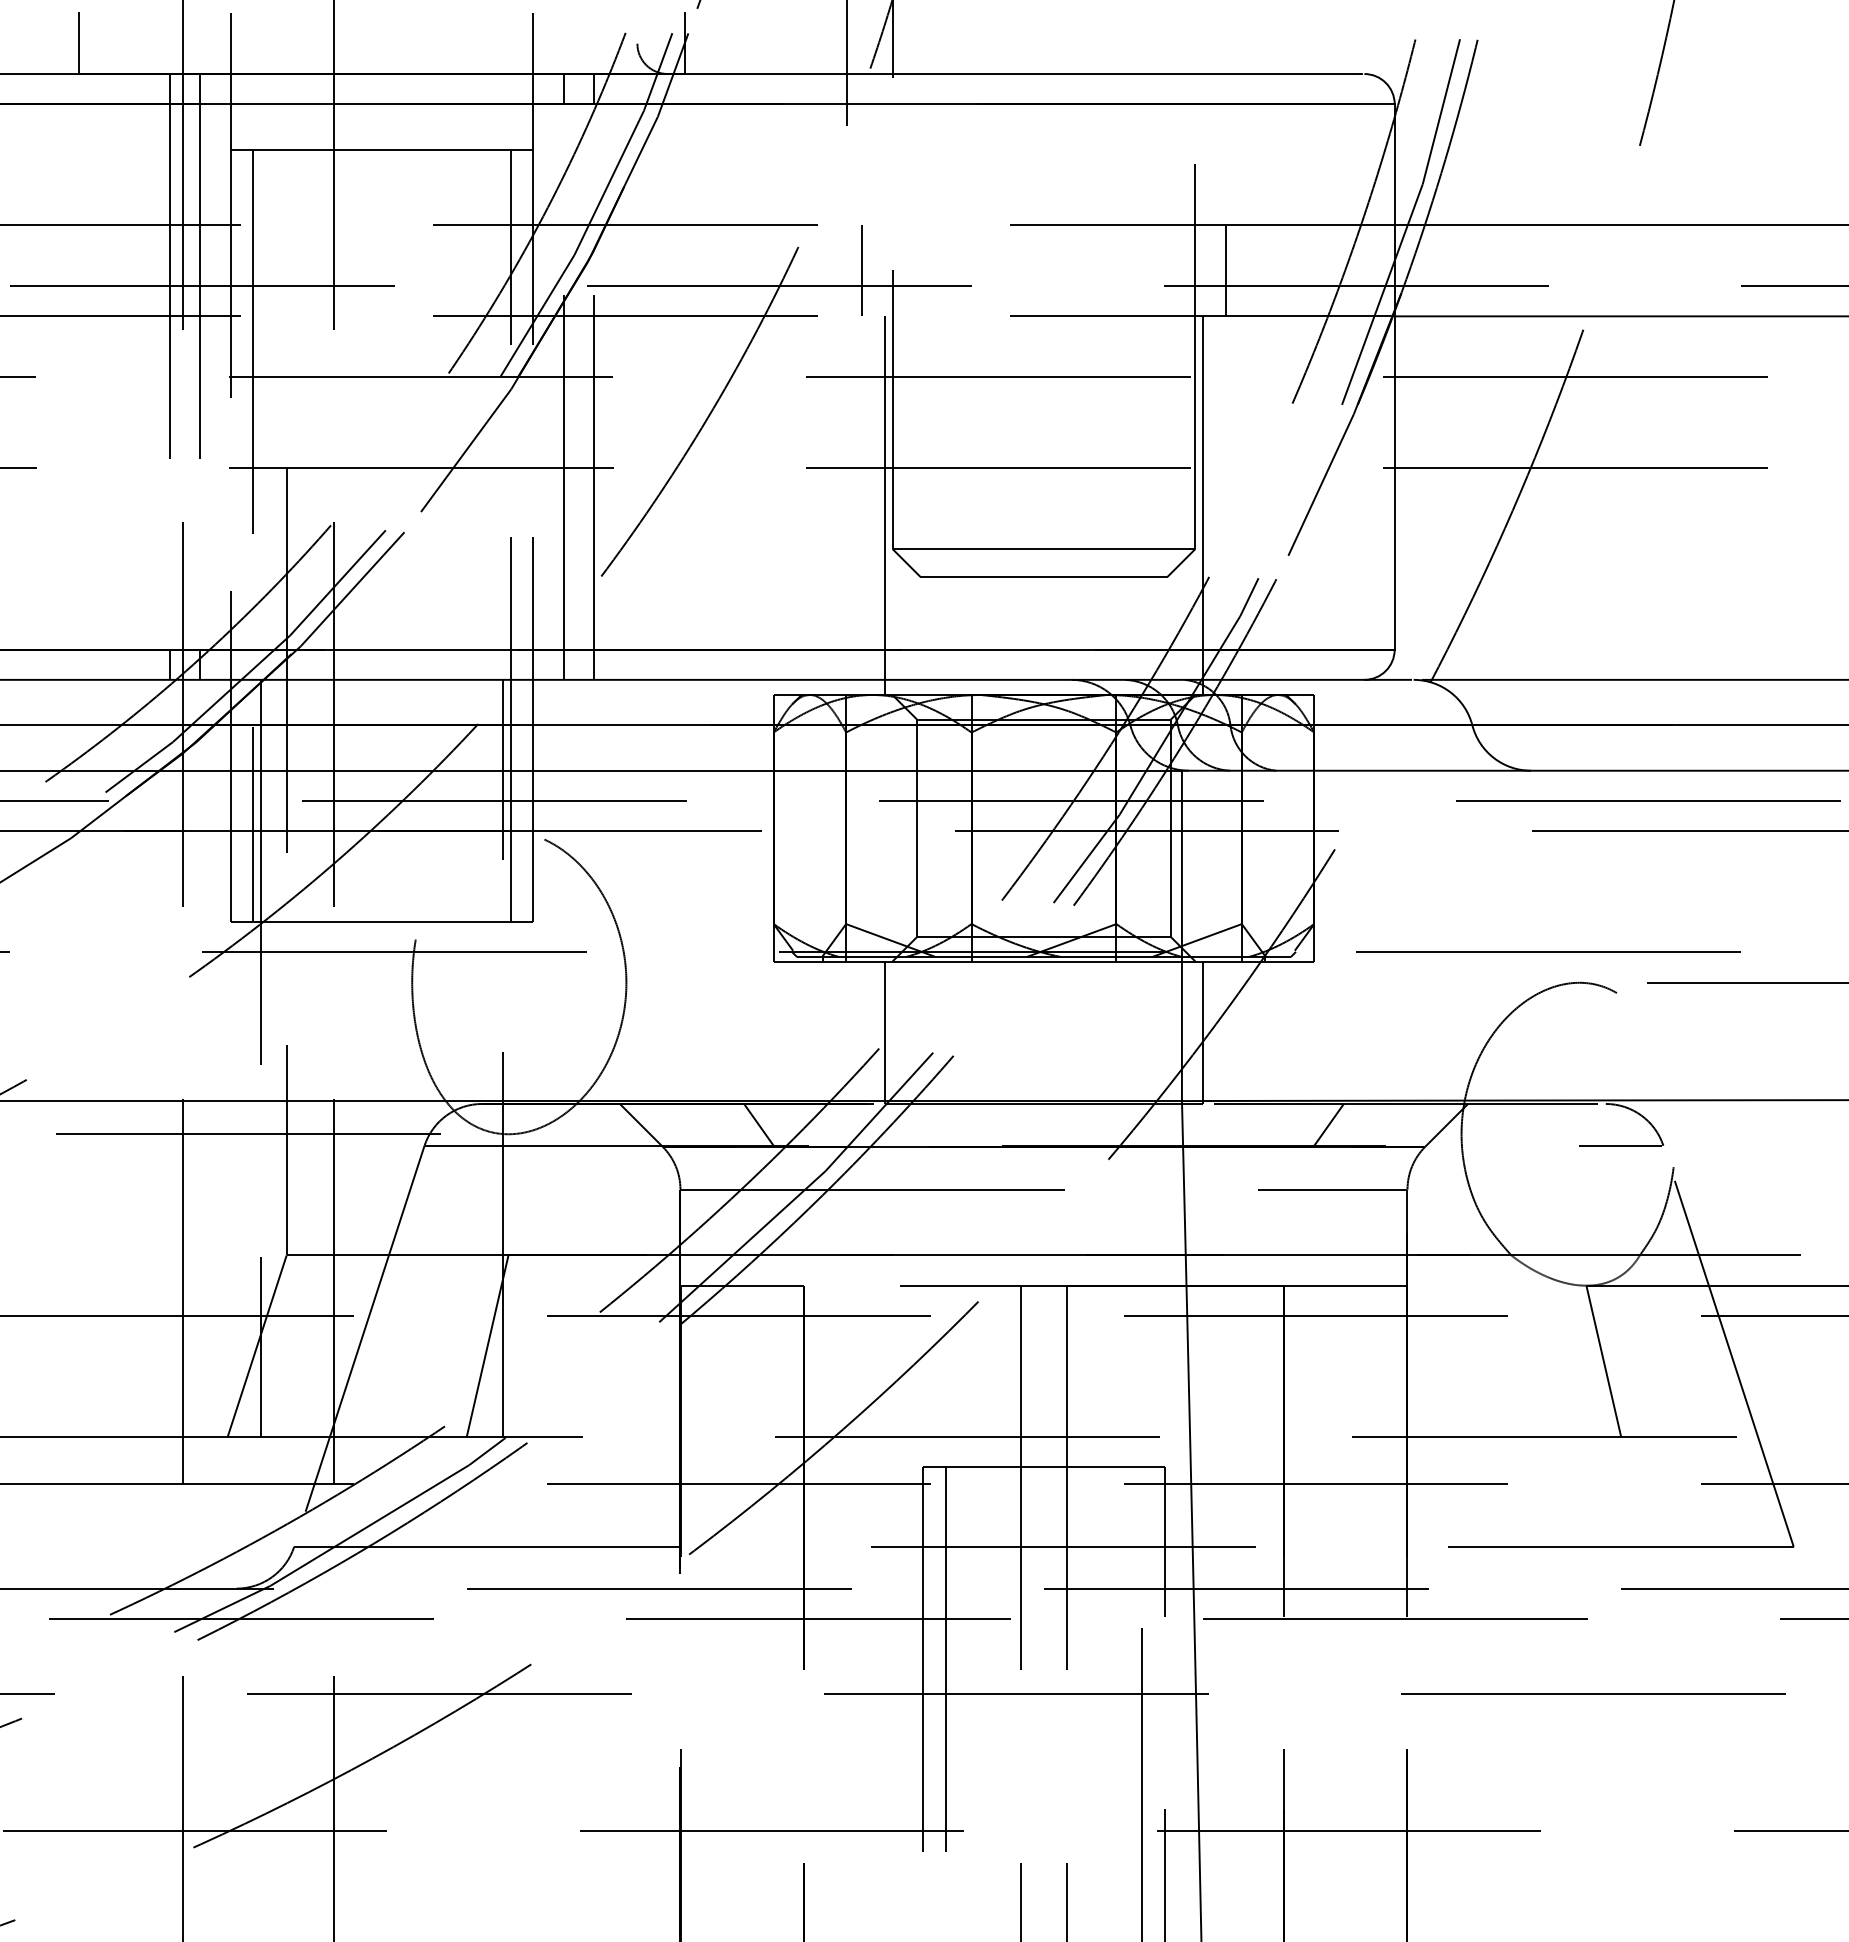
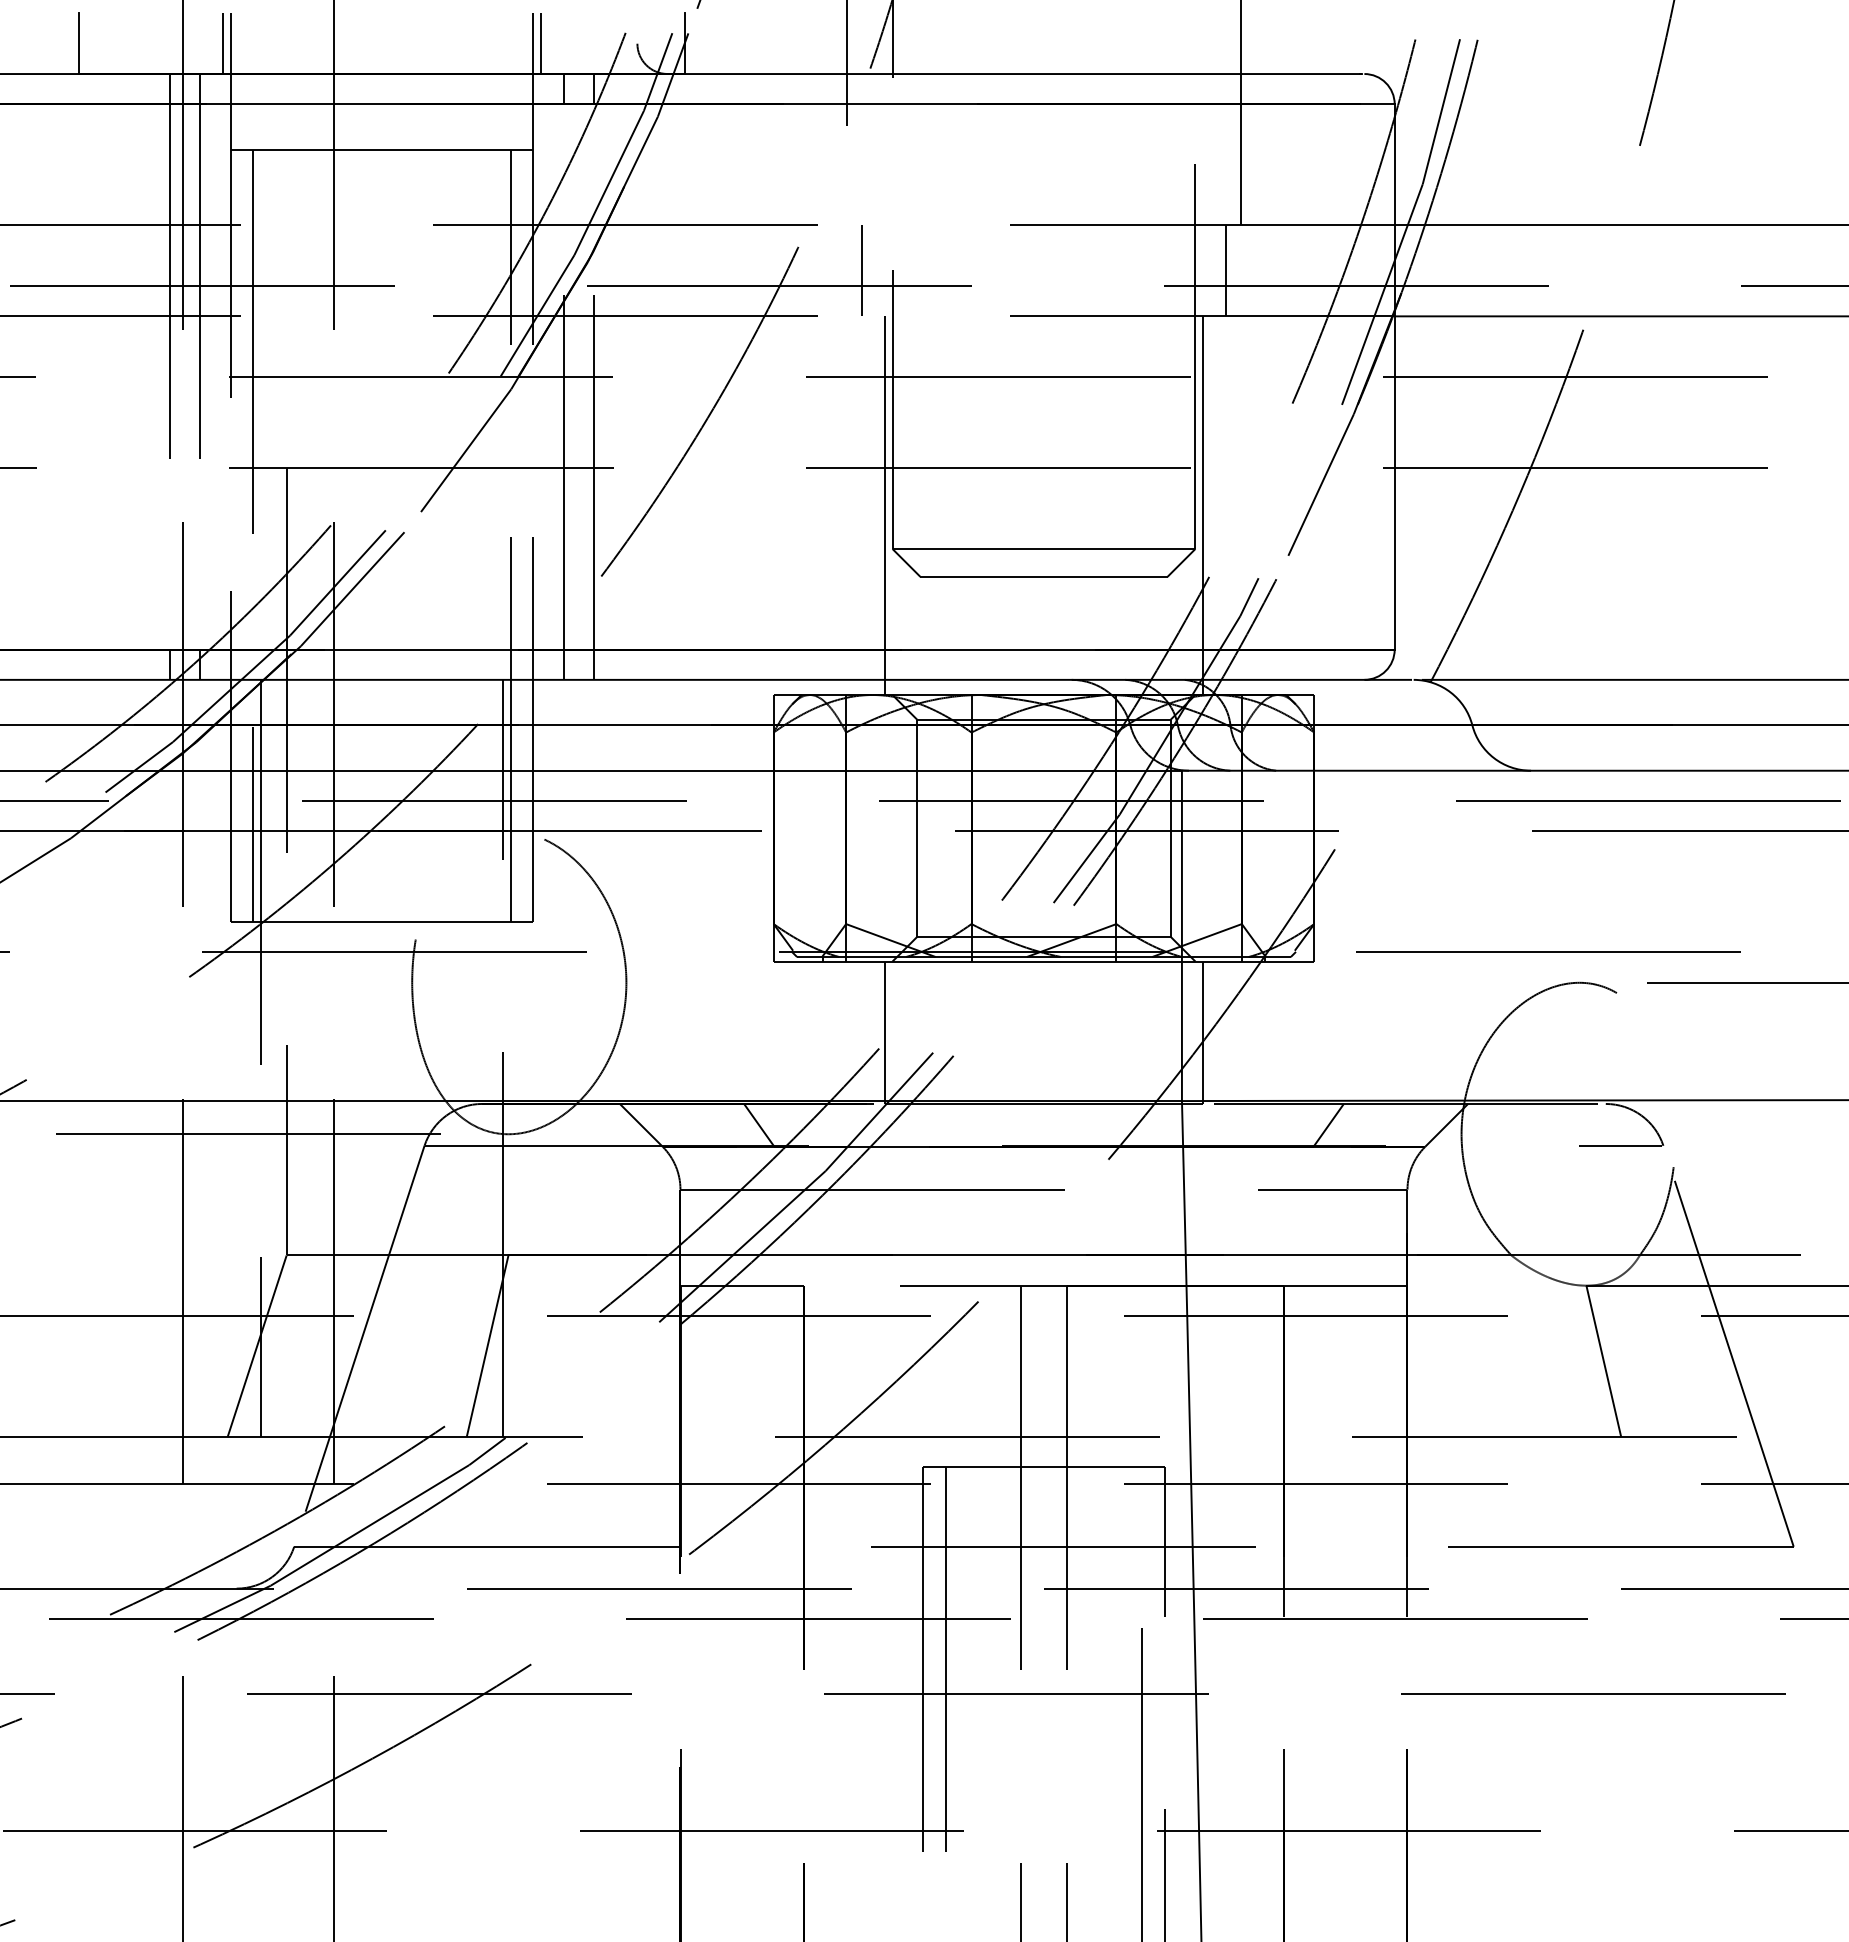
line at (222, 43): none -> present
line at (541, 43): none -> present
line at (1240, 113): none -> present
